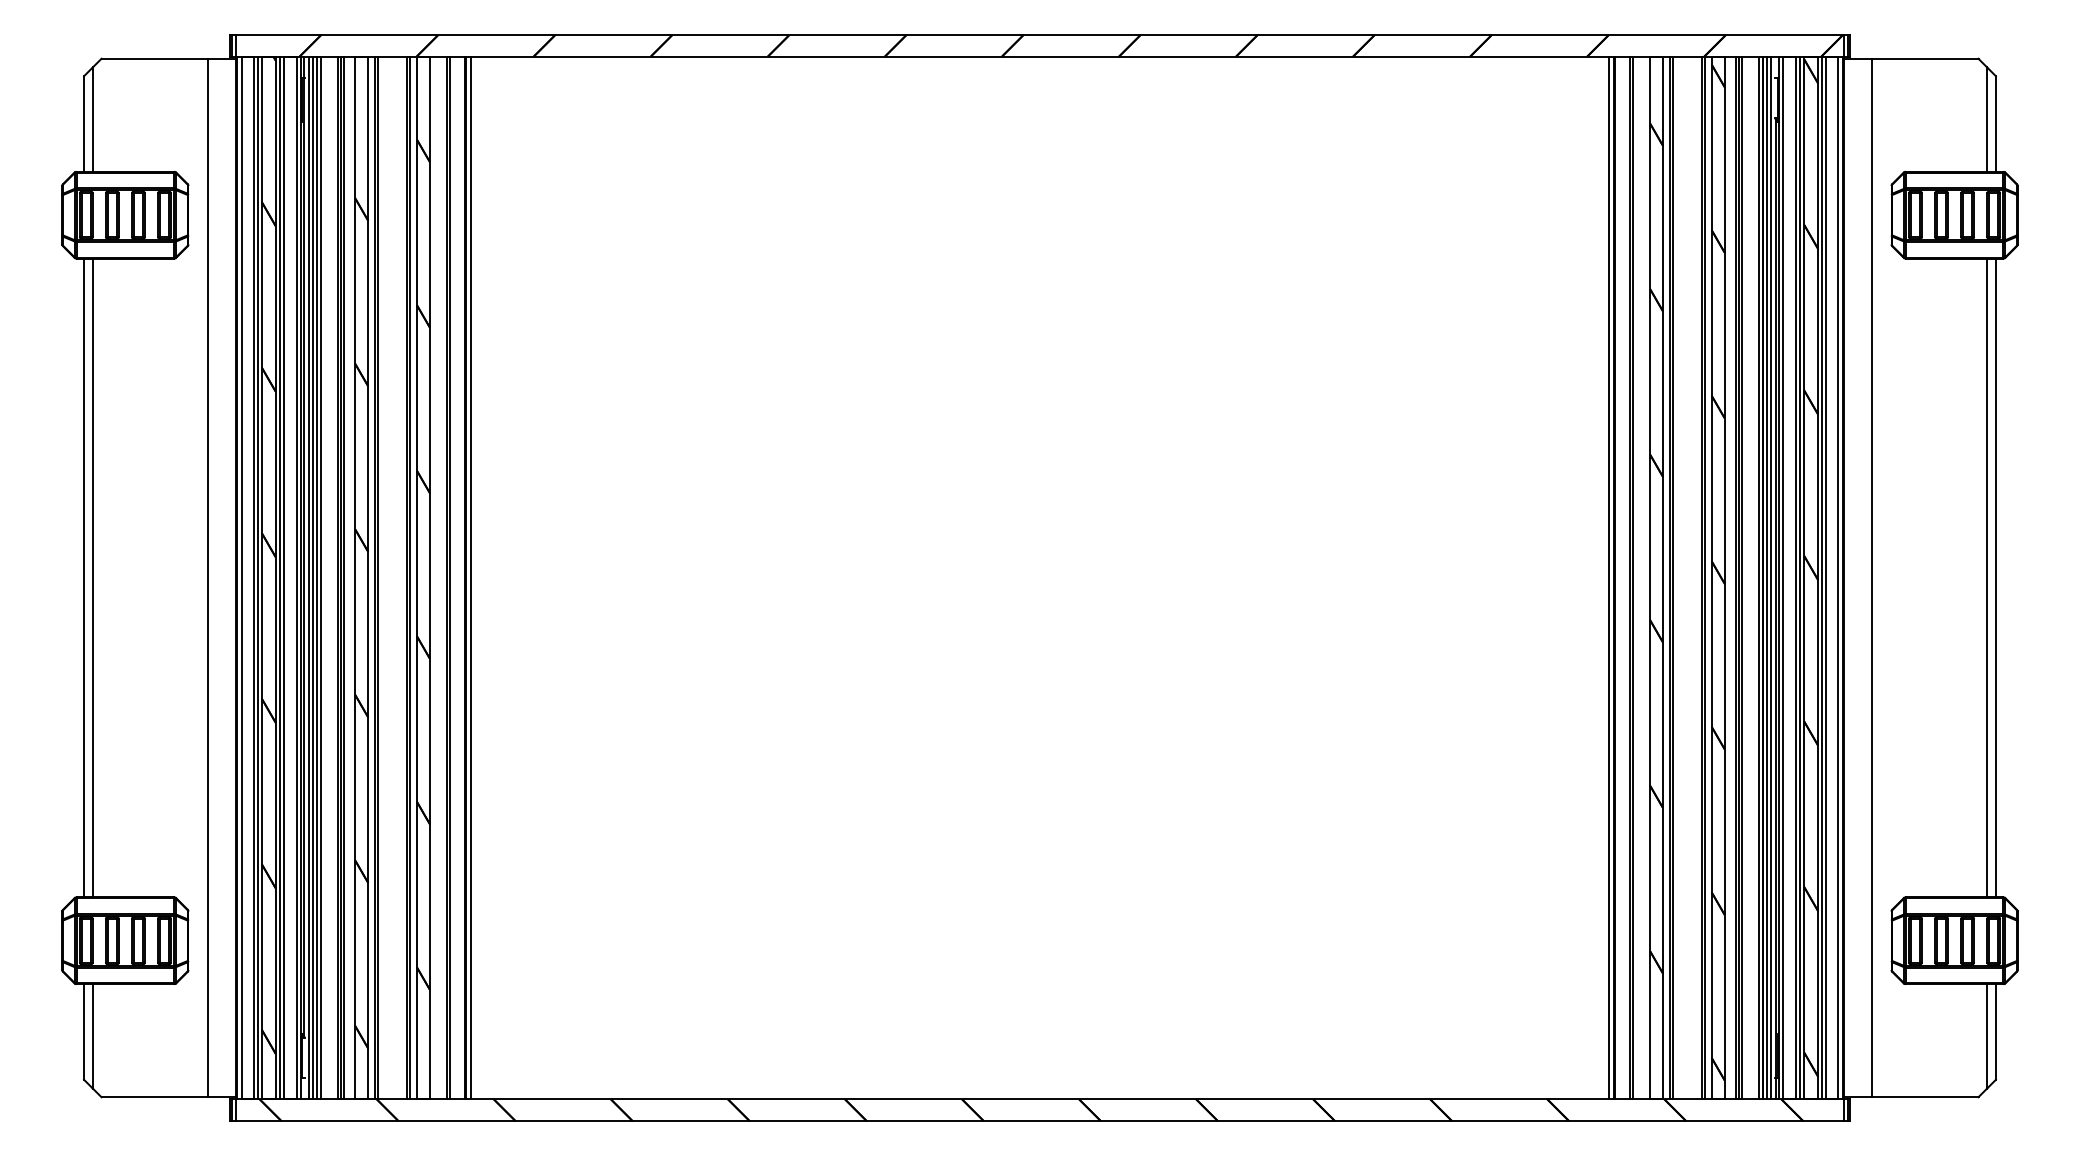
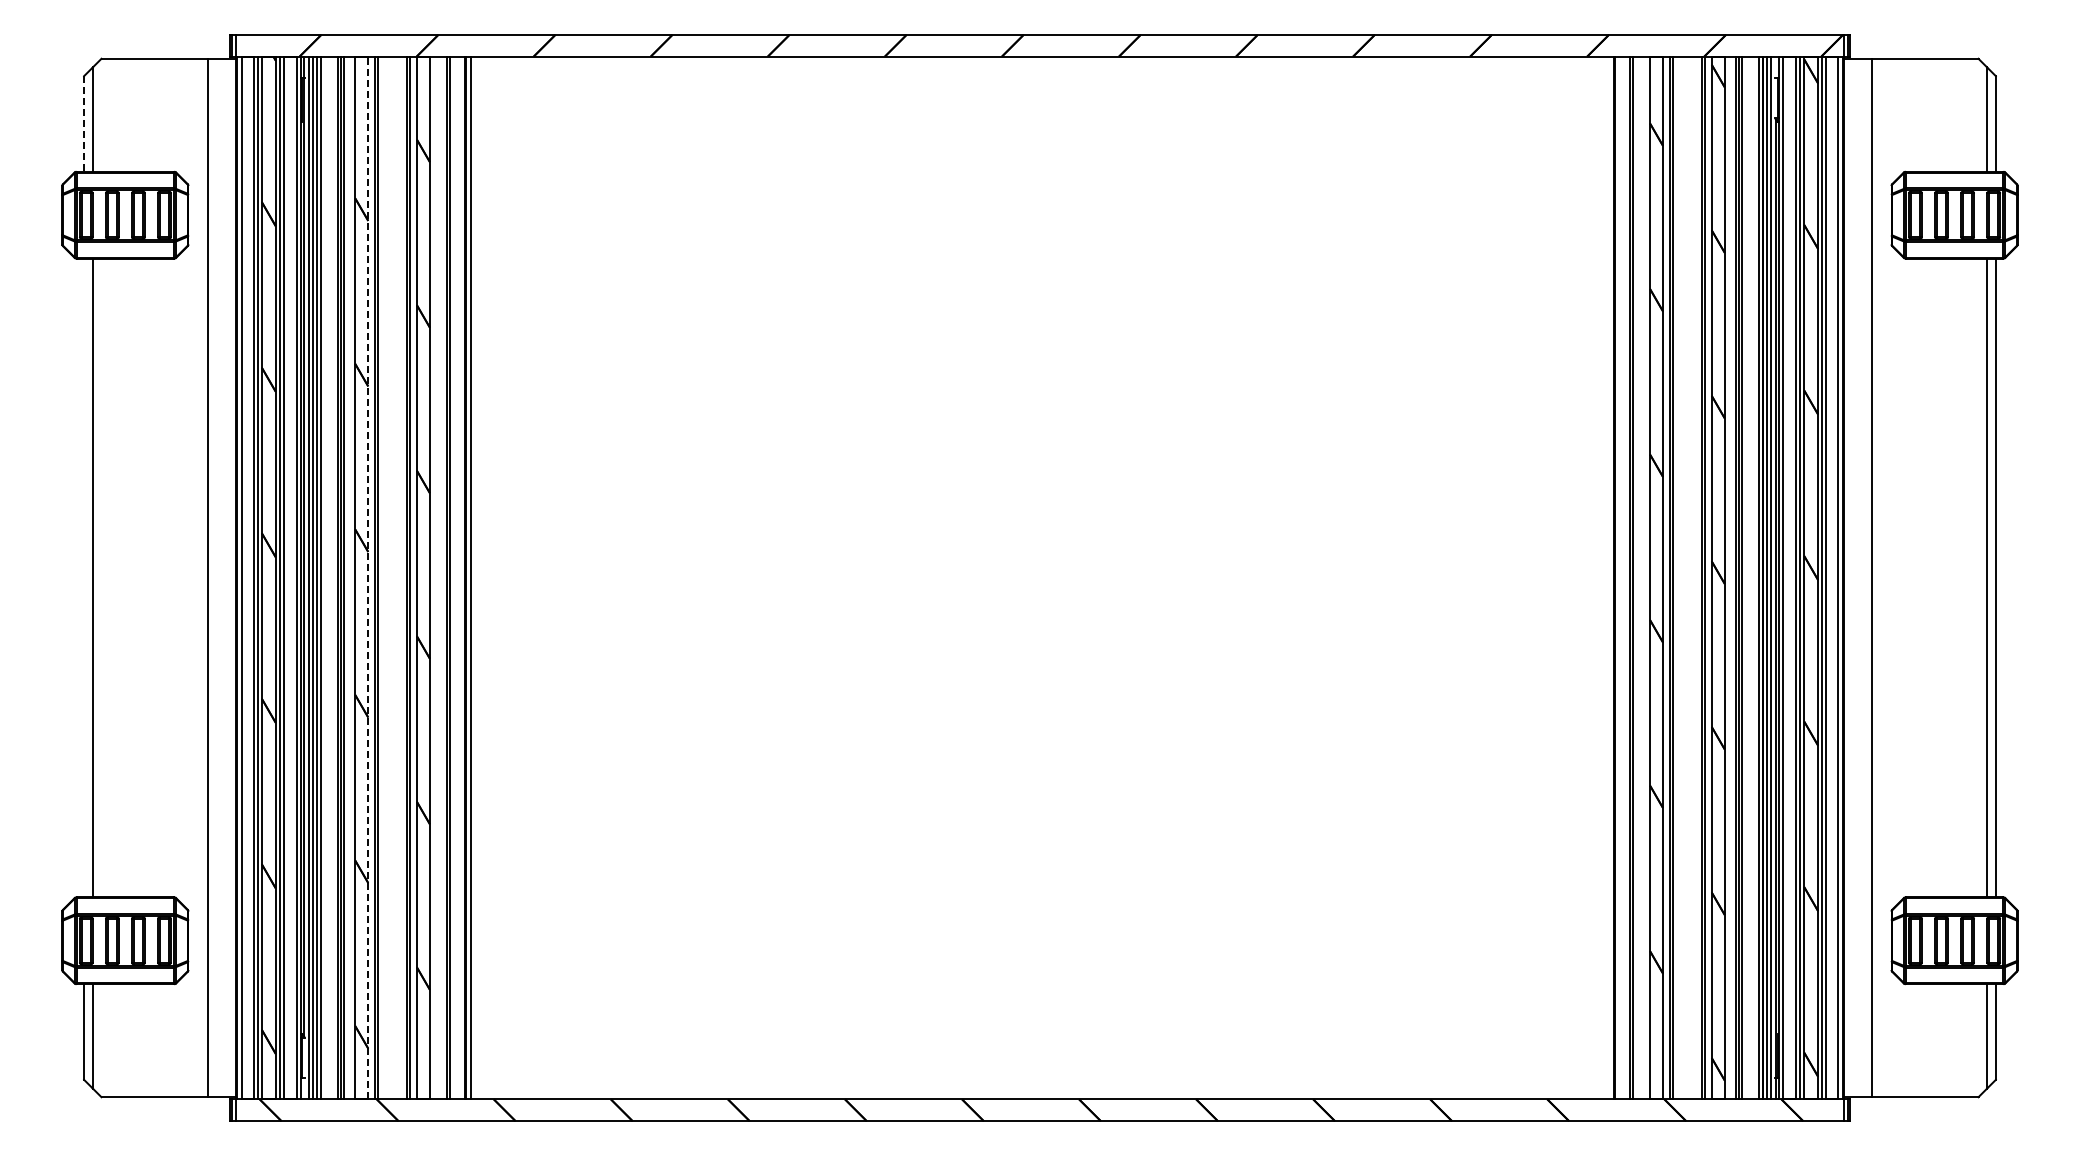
line at (84, 123): solid -> dashed
line at (84, 577): present -> none
line at (368, 577): solid -> dashed
line at (1609, 577): present -> none
